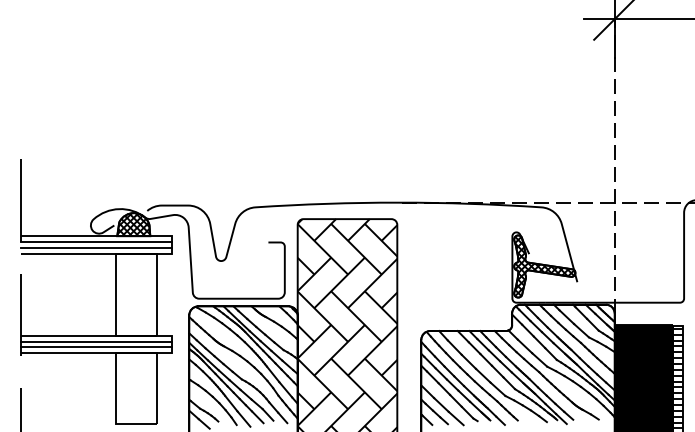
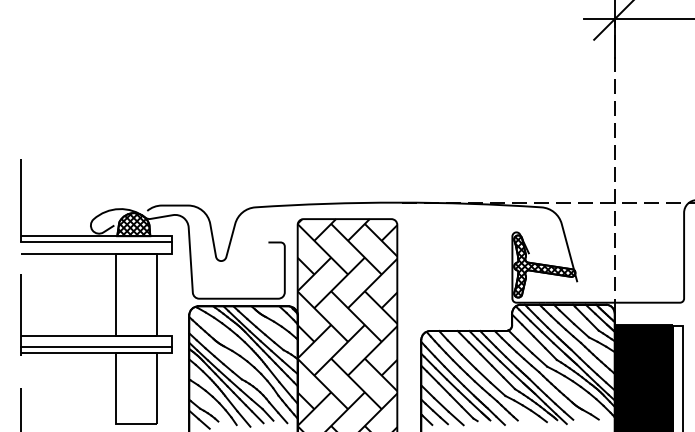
line at (96, 247): present -> none
line at (96, 341): present -> none
hatch at (678, 378): present -> none
